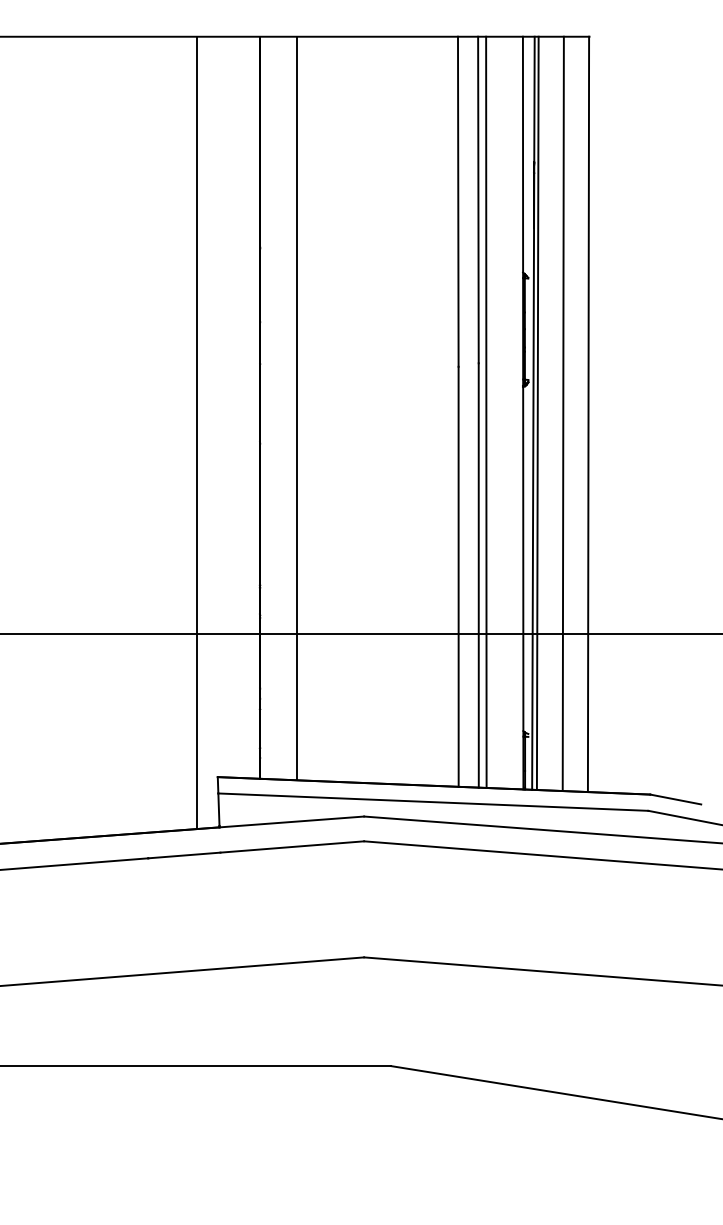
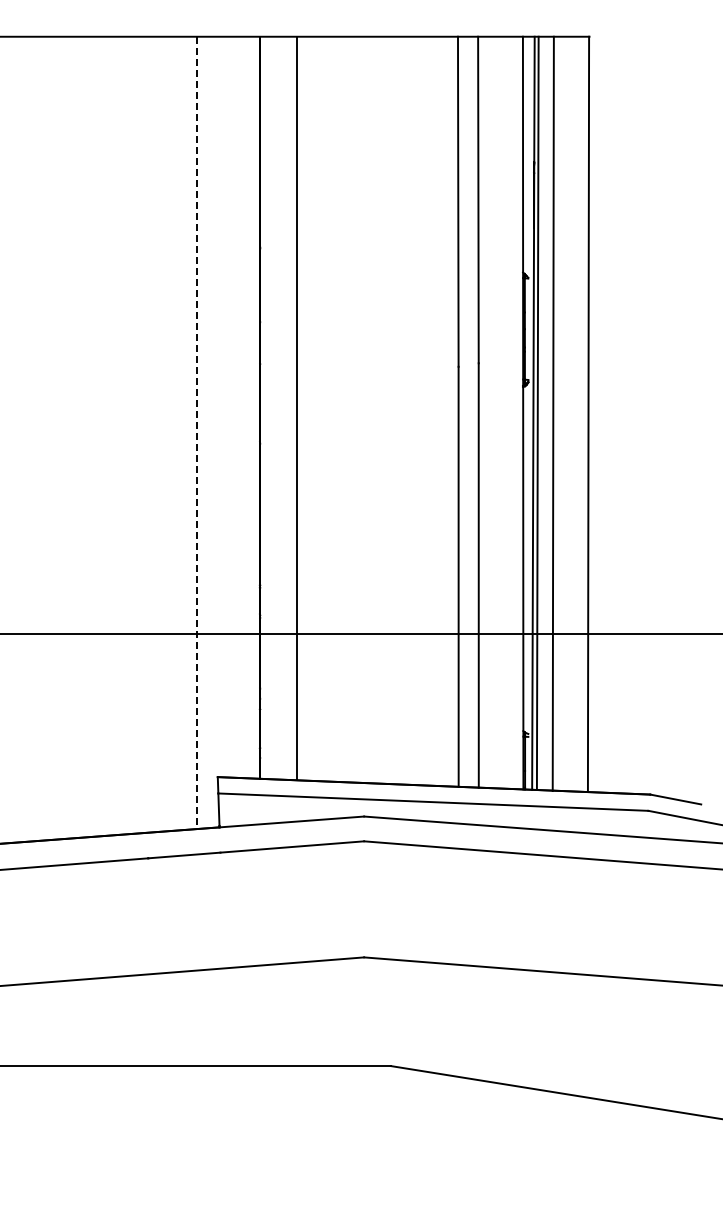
line at (486, 411): present -> none
line at (562, 413) position: (562, 413) -> (552, 413)
line at (197, 433): solid -> dashed
